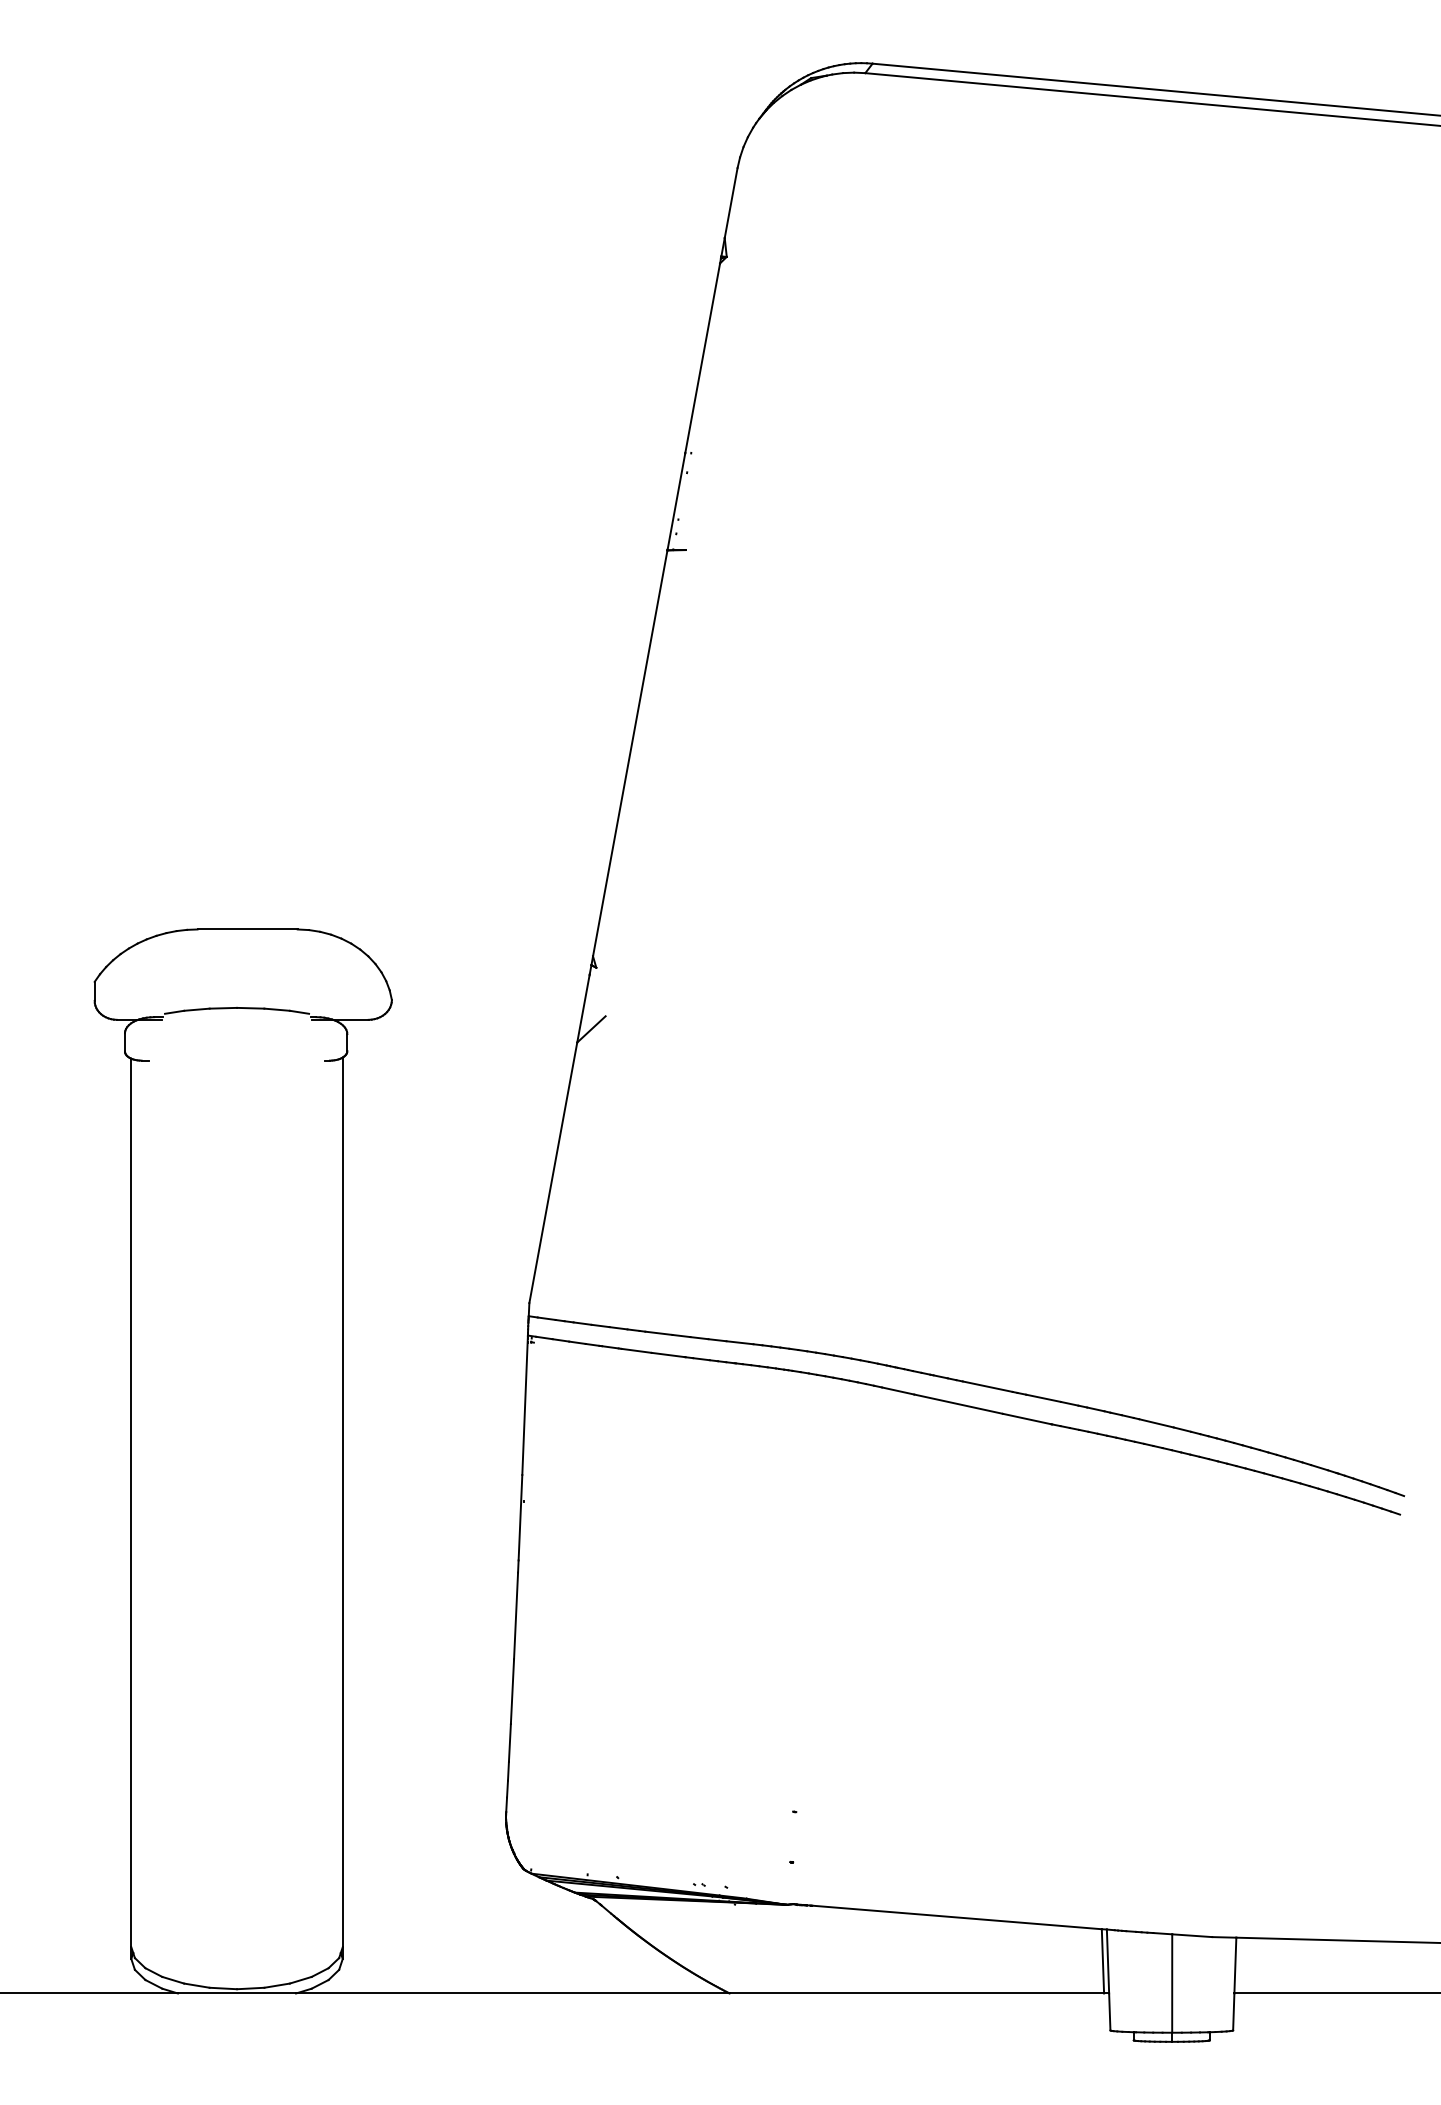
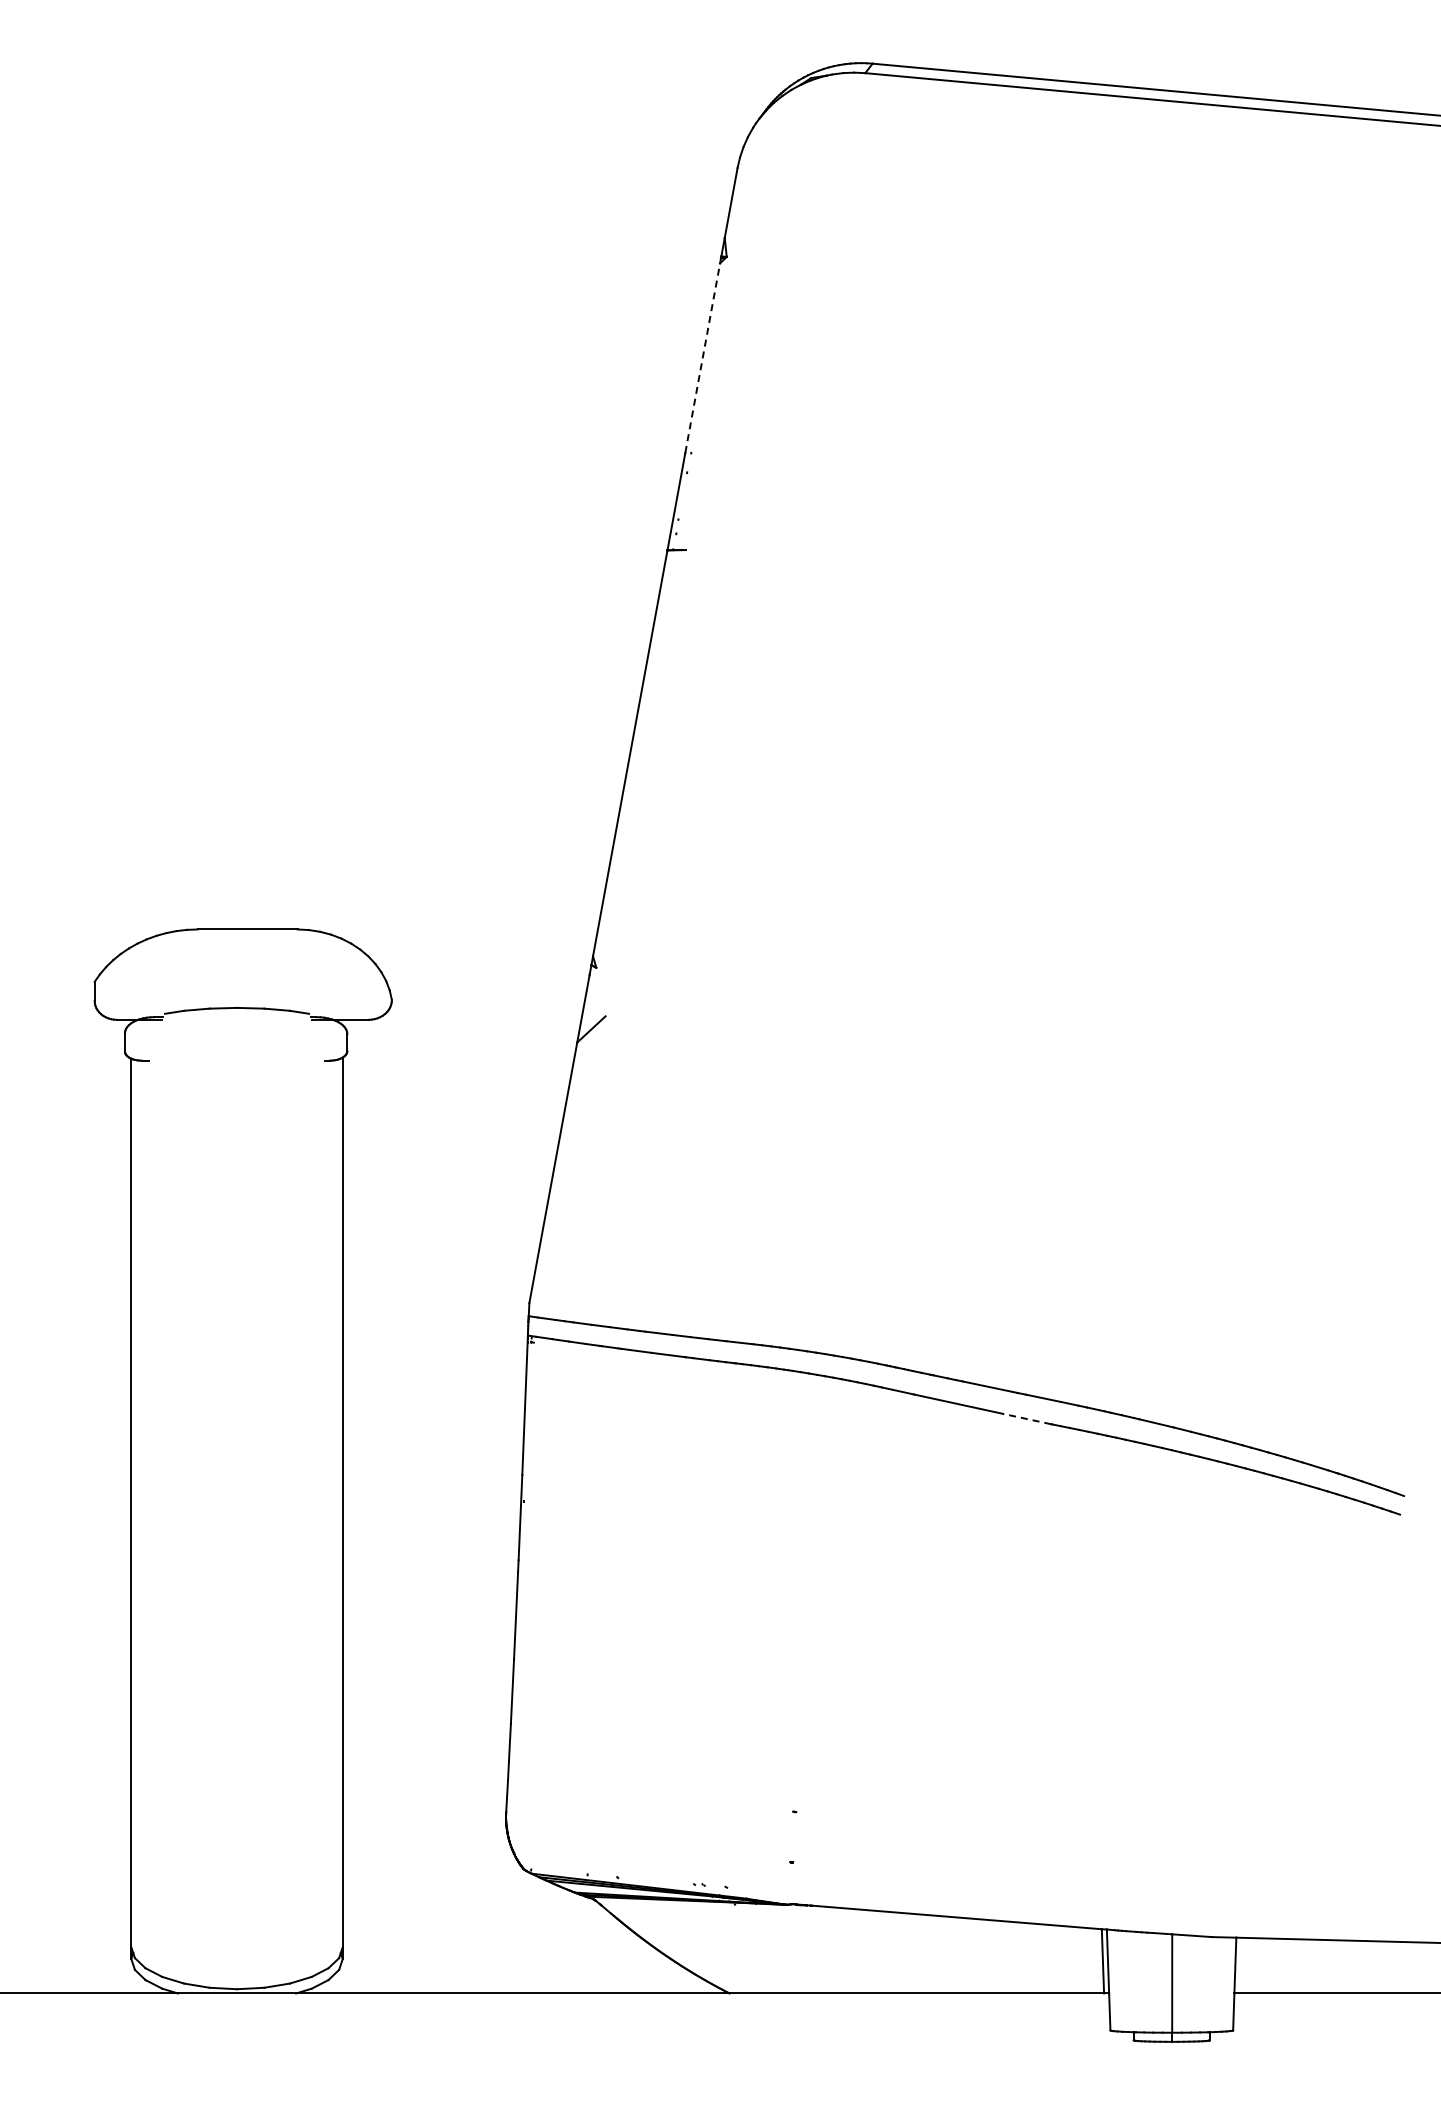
line at (702, 357): solid -> dashed
line at (1027, 1419): solid -> dashed
